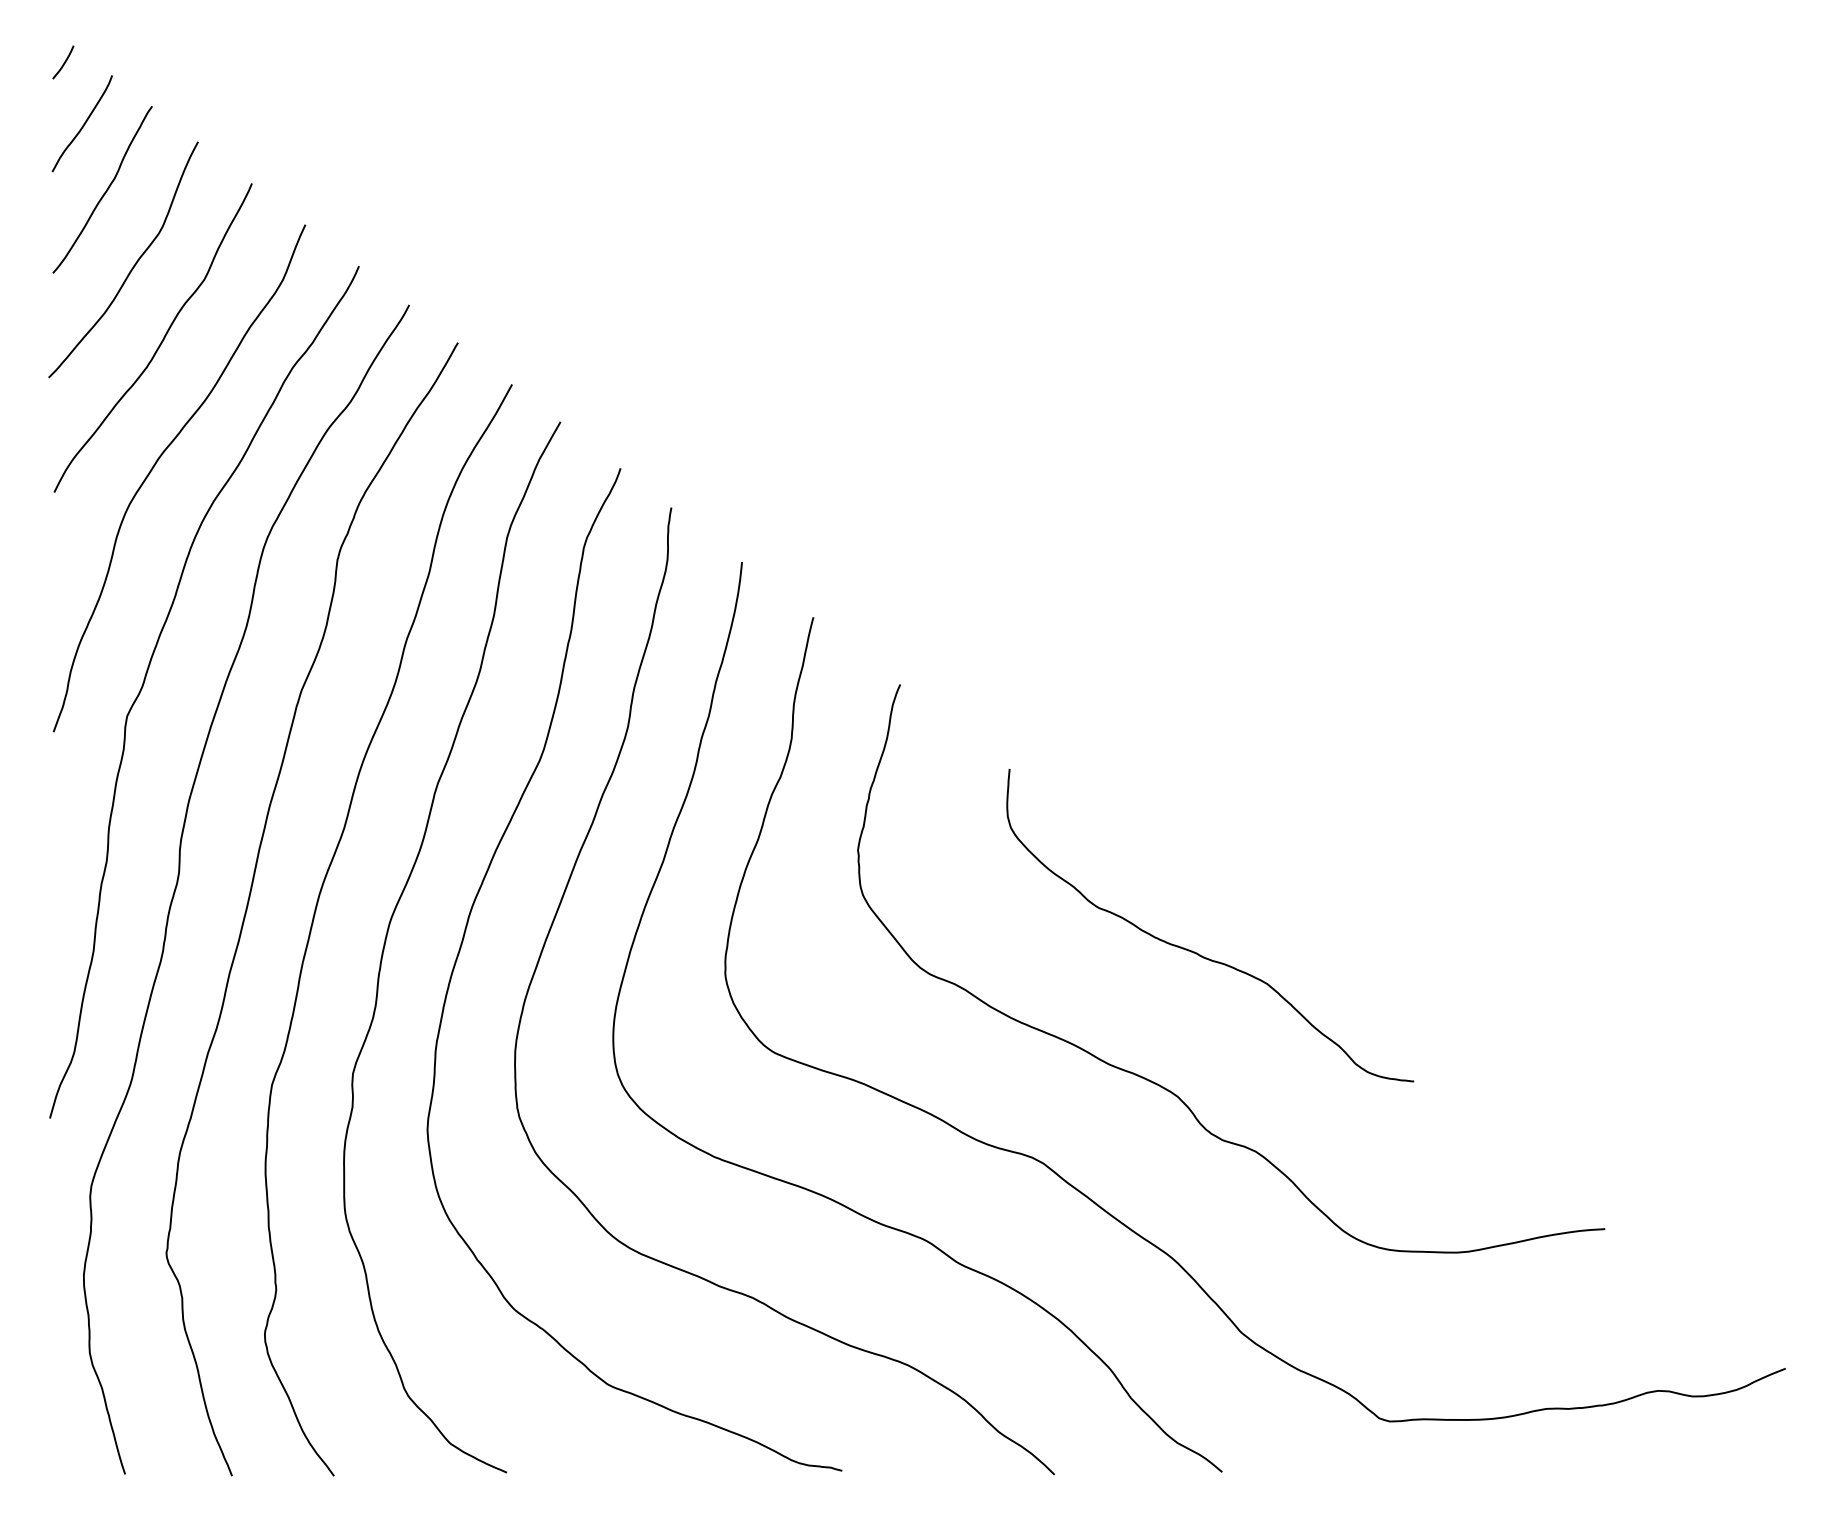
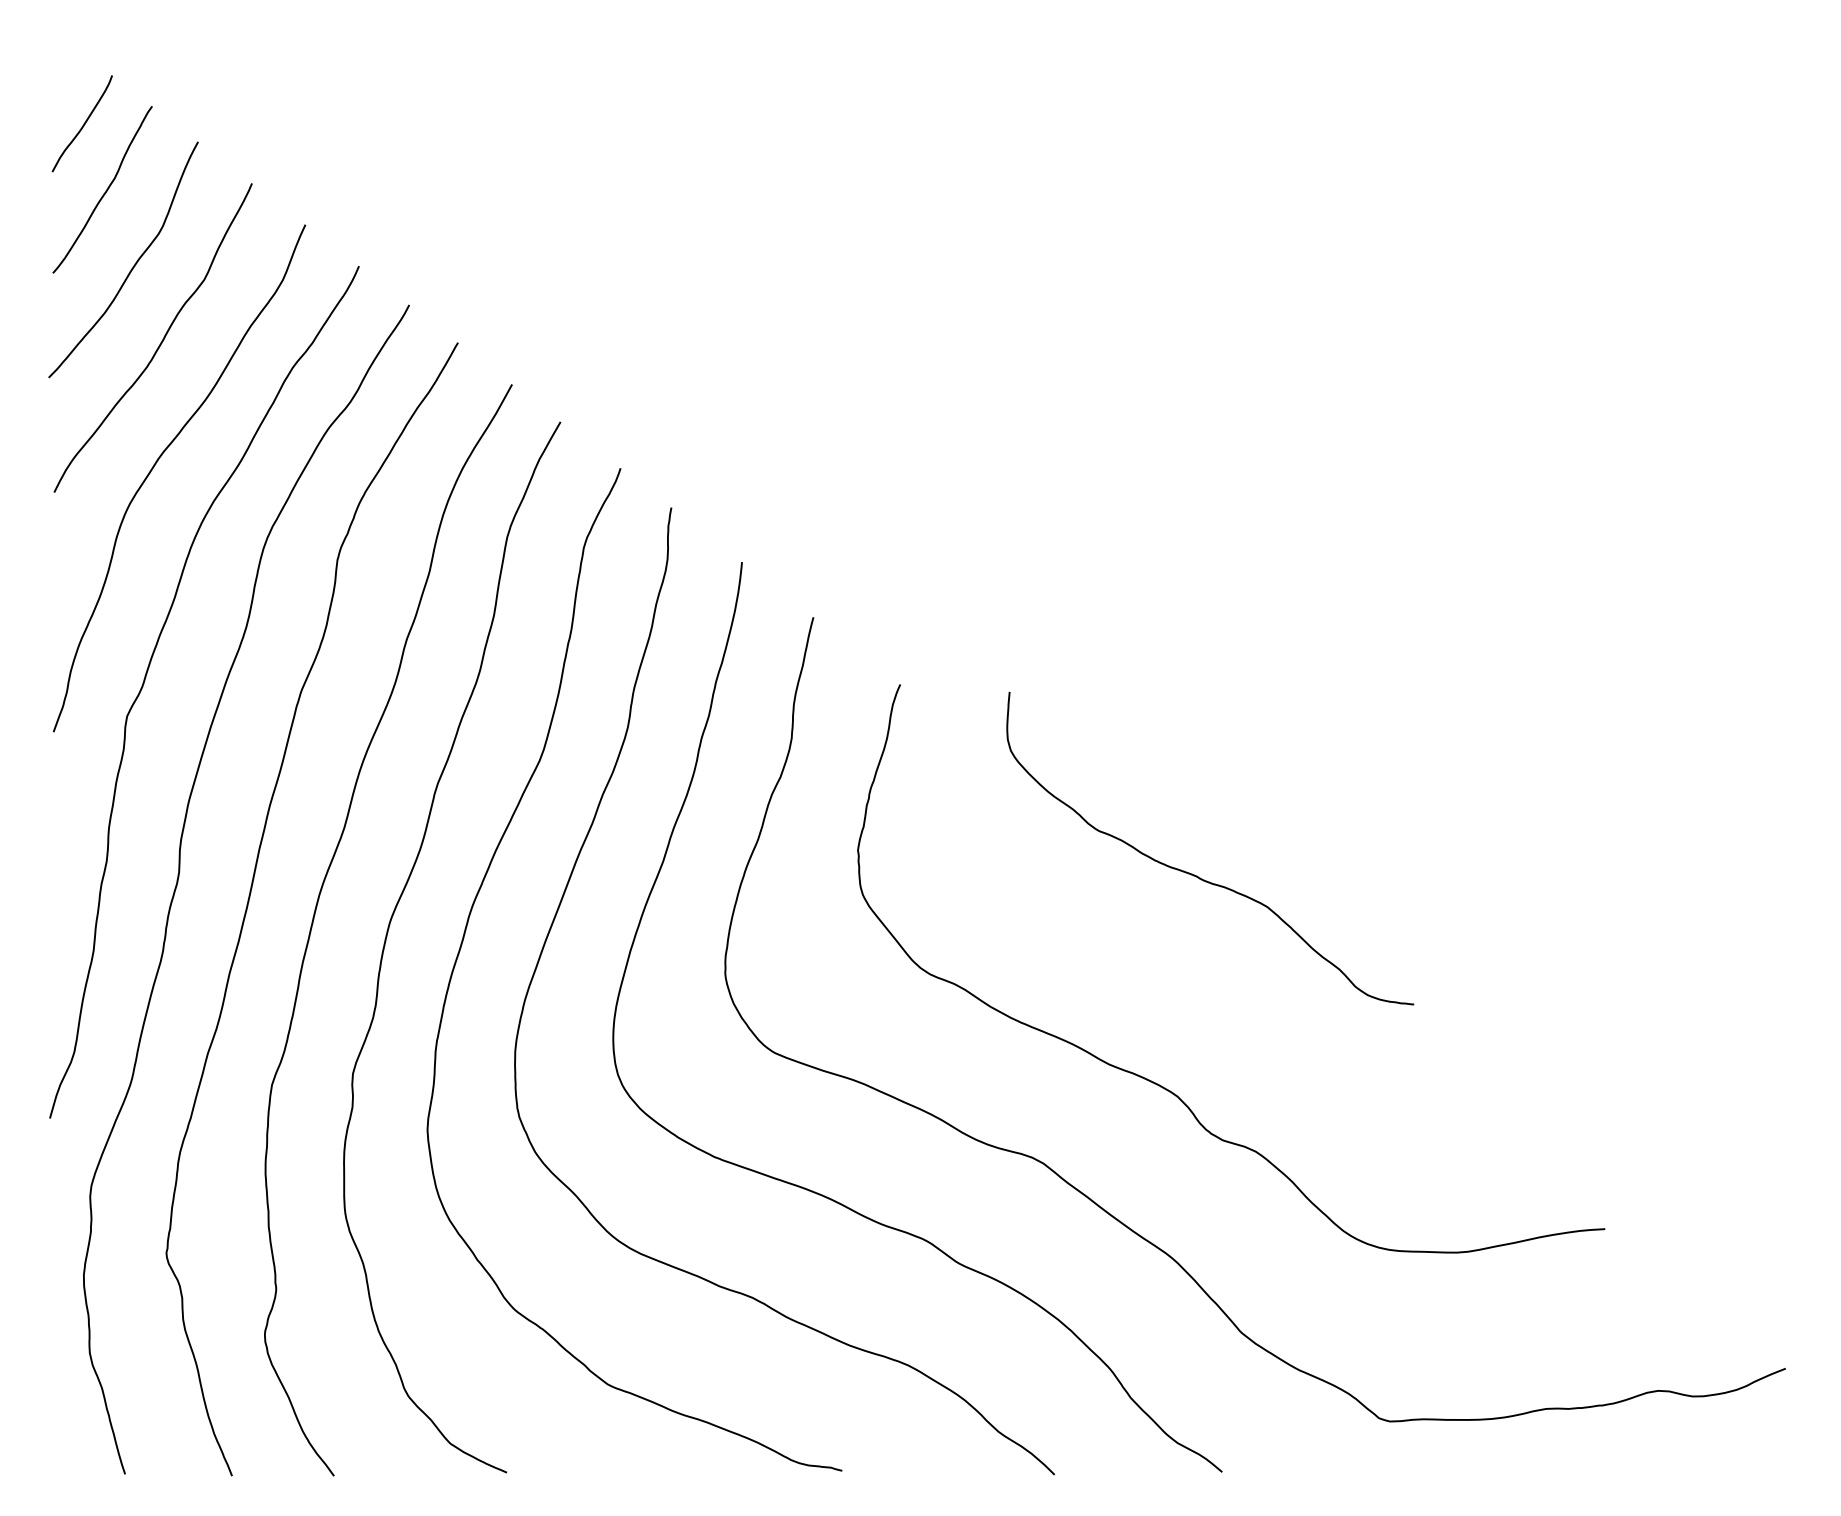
curve at (64, 62): present -> none
curve at (1197, 952) position: (1197, 952) -> (1197, 875)
